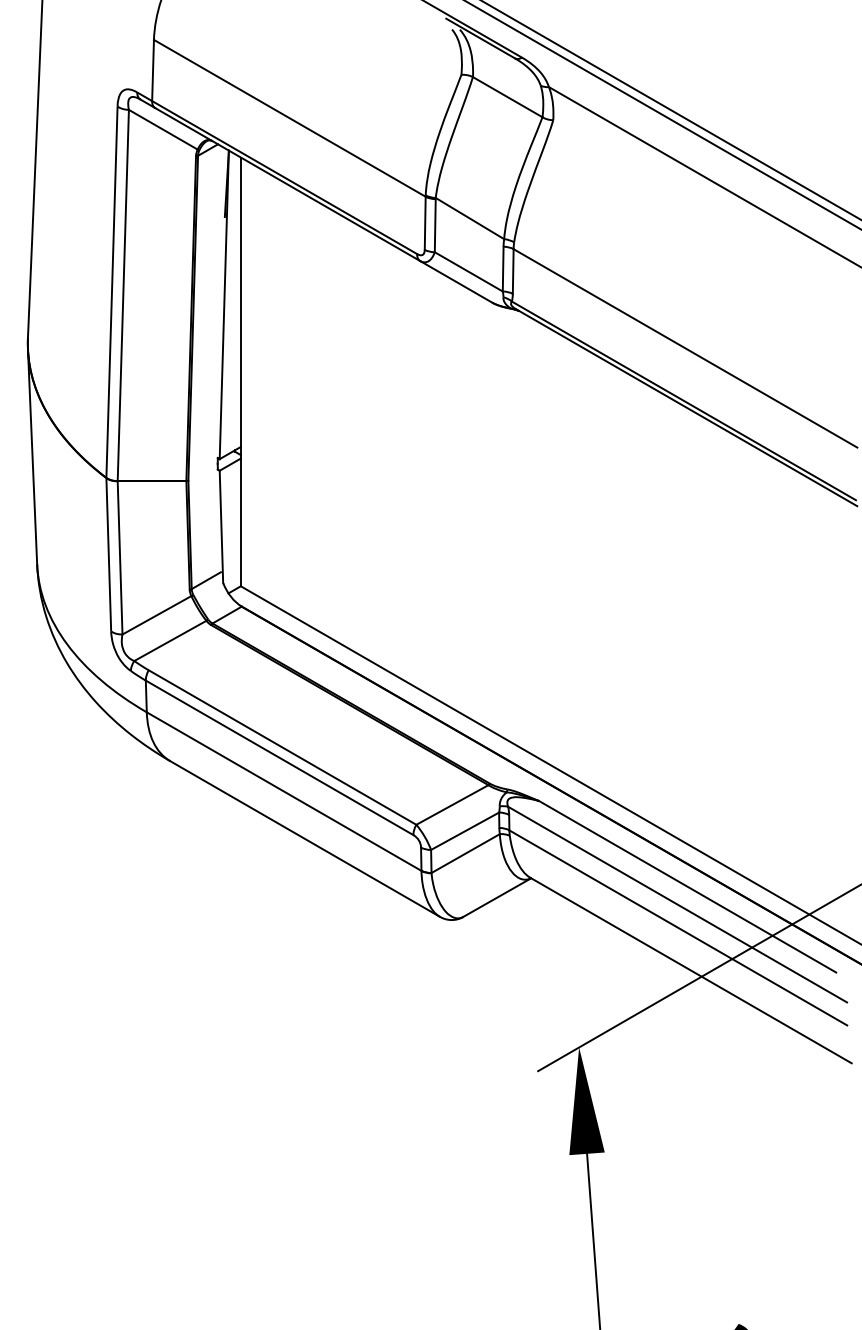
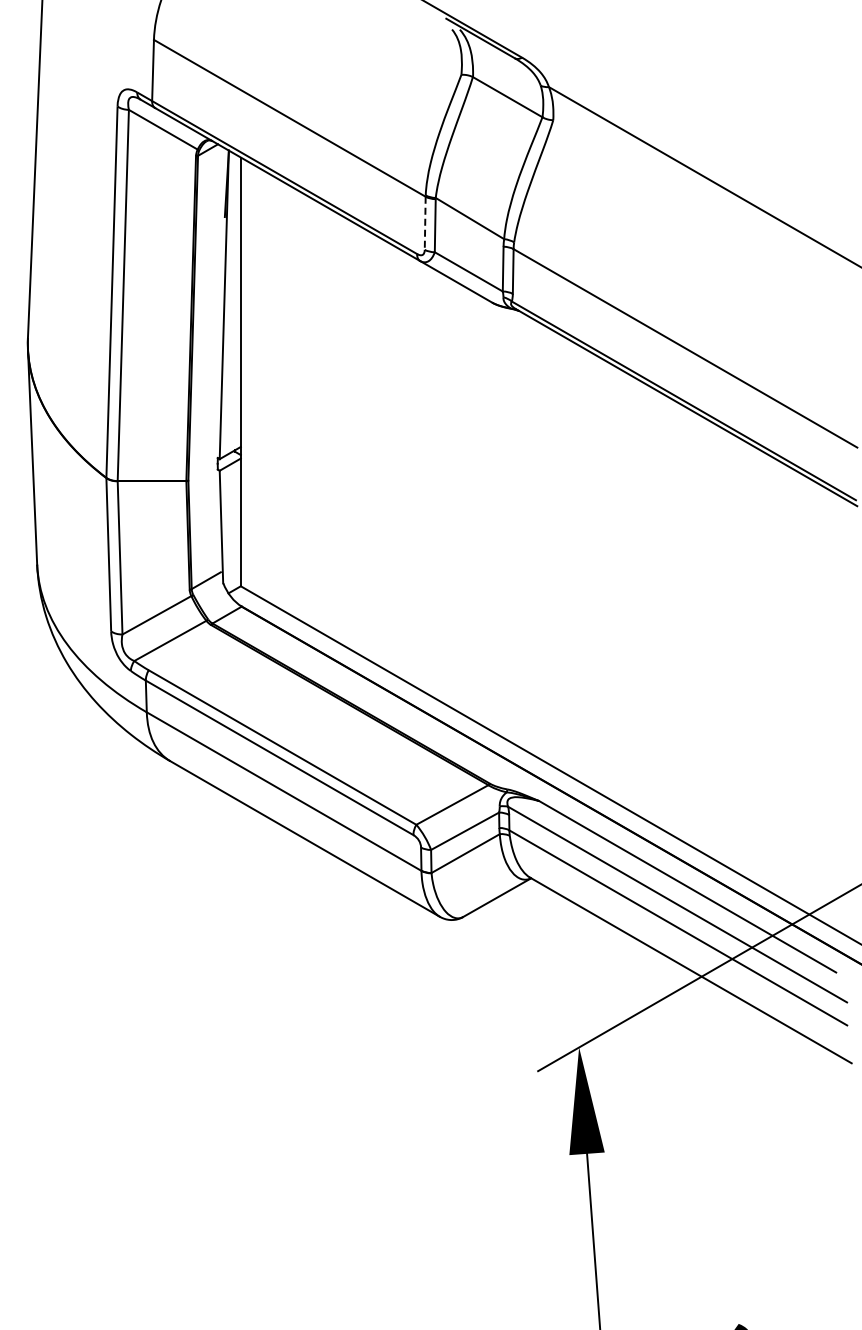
line at (670, 110): present -> none
line at (662, 115): present -> none
line at (425, 223): solid -> dashed
